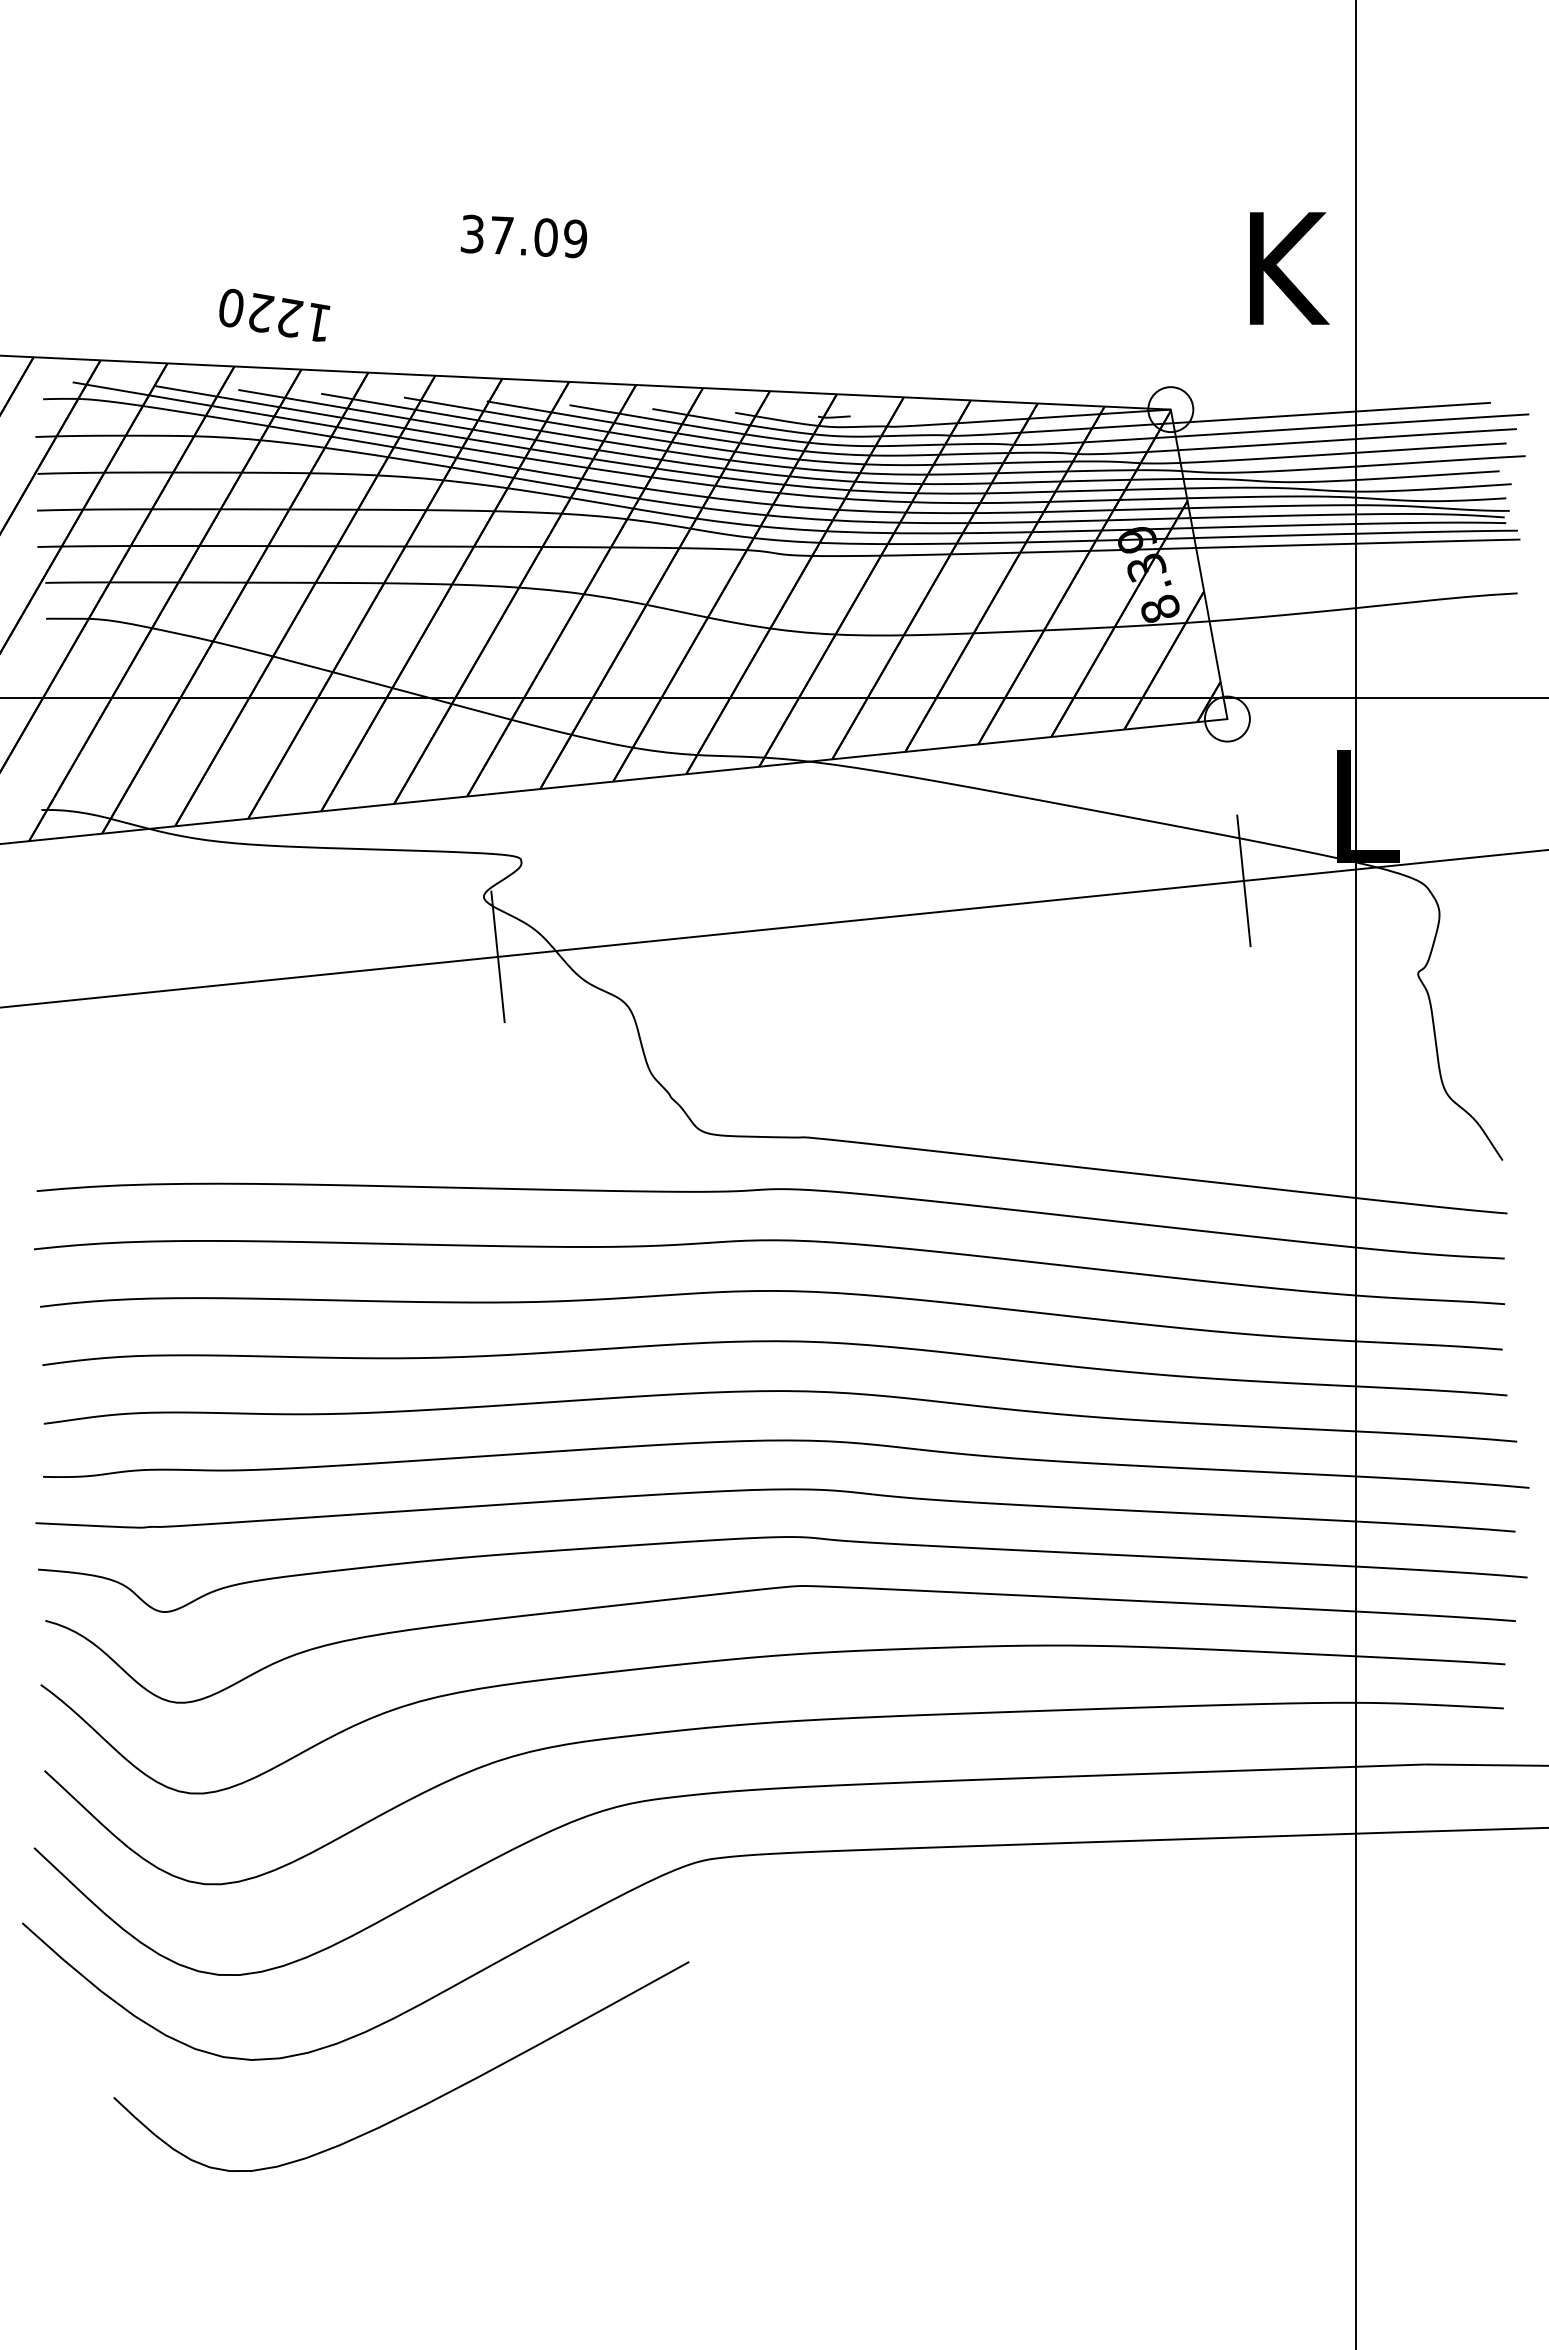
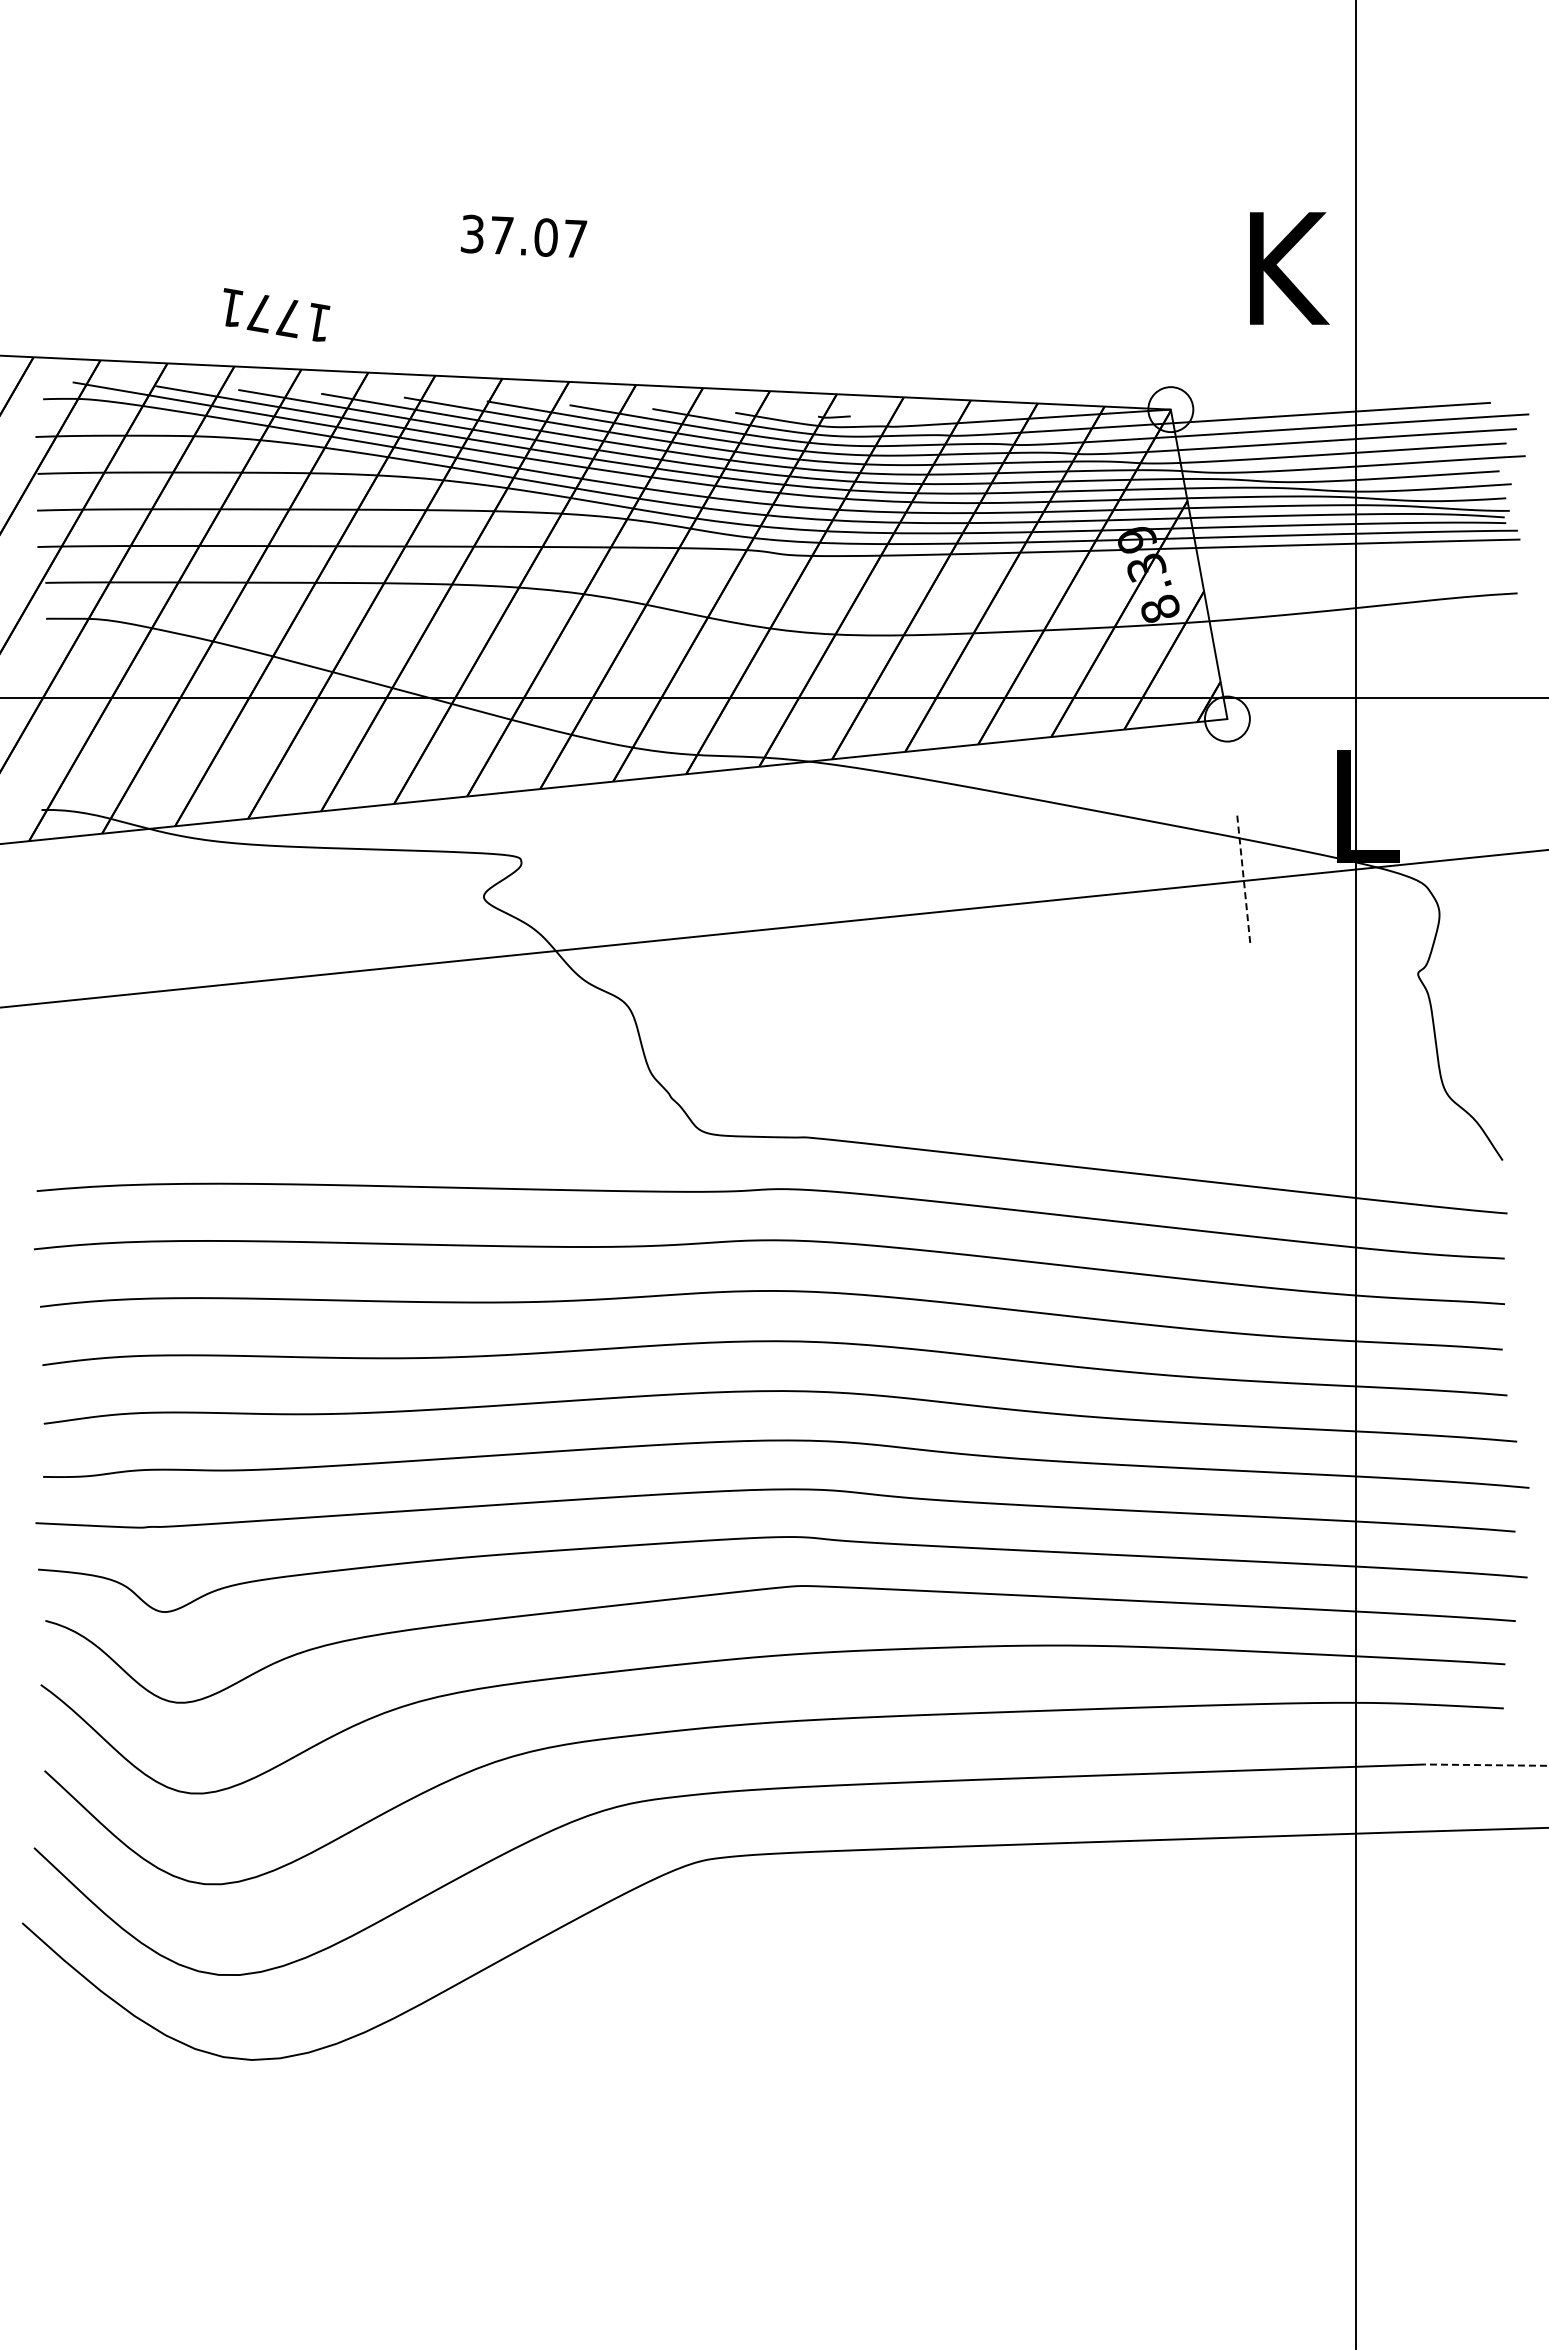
text at (575, 238): 37.09 -> 37.07
text at (261, 313): 1220 -> 1771
line at (1243, 880): solid -> dashed
line at (497, 956): present -> none
line at (1486, 1765): solid -> dashed
curve at (421, 2105): present -> none
